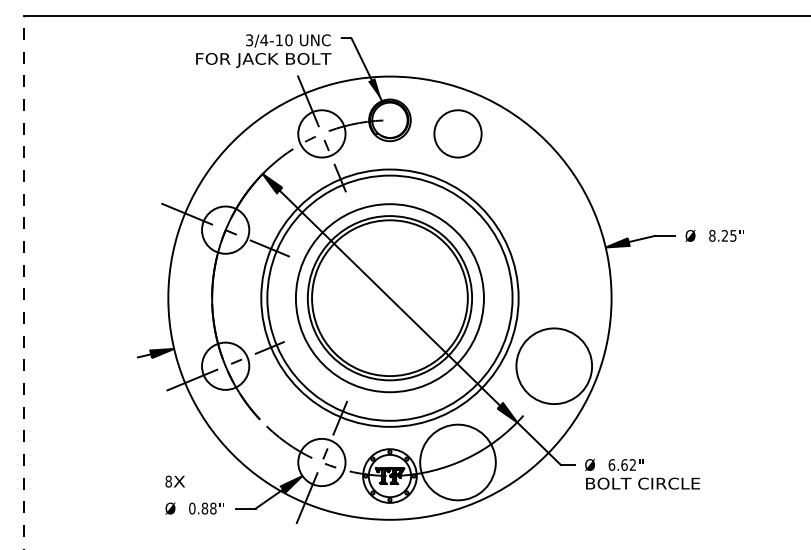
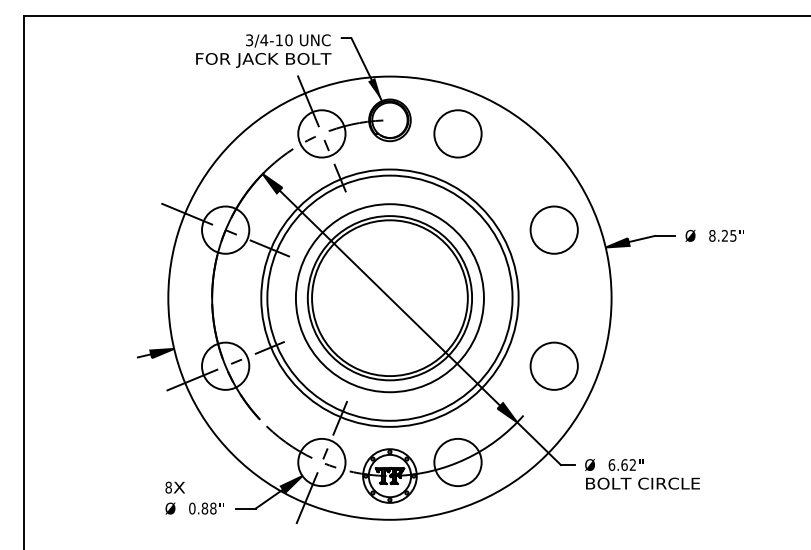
circle at (553, 229): none -> present
line at (24, 283): dashed -> solid
circle at (554, 366) diameter: 76 px -> 47 px
circle at (457, 462) diameter: 76 px -> 47 px
text at (174, 481) position: (174, 481) -> (174, 487)
